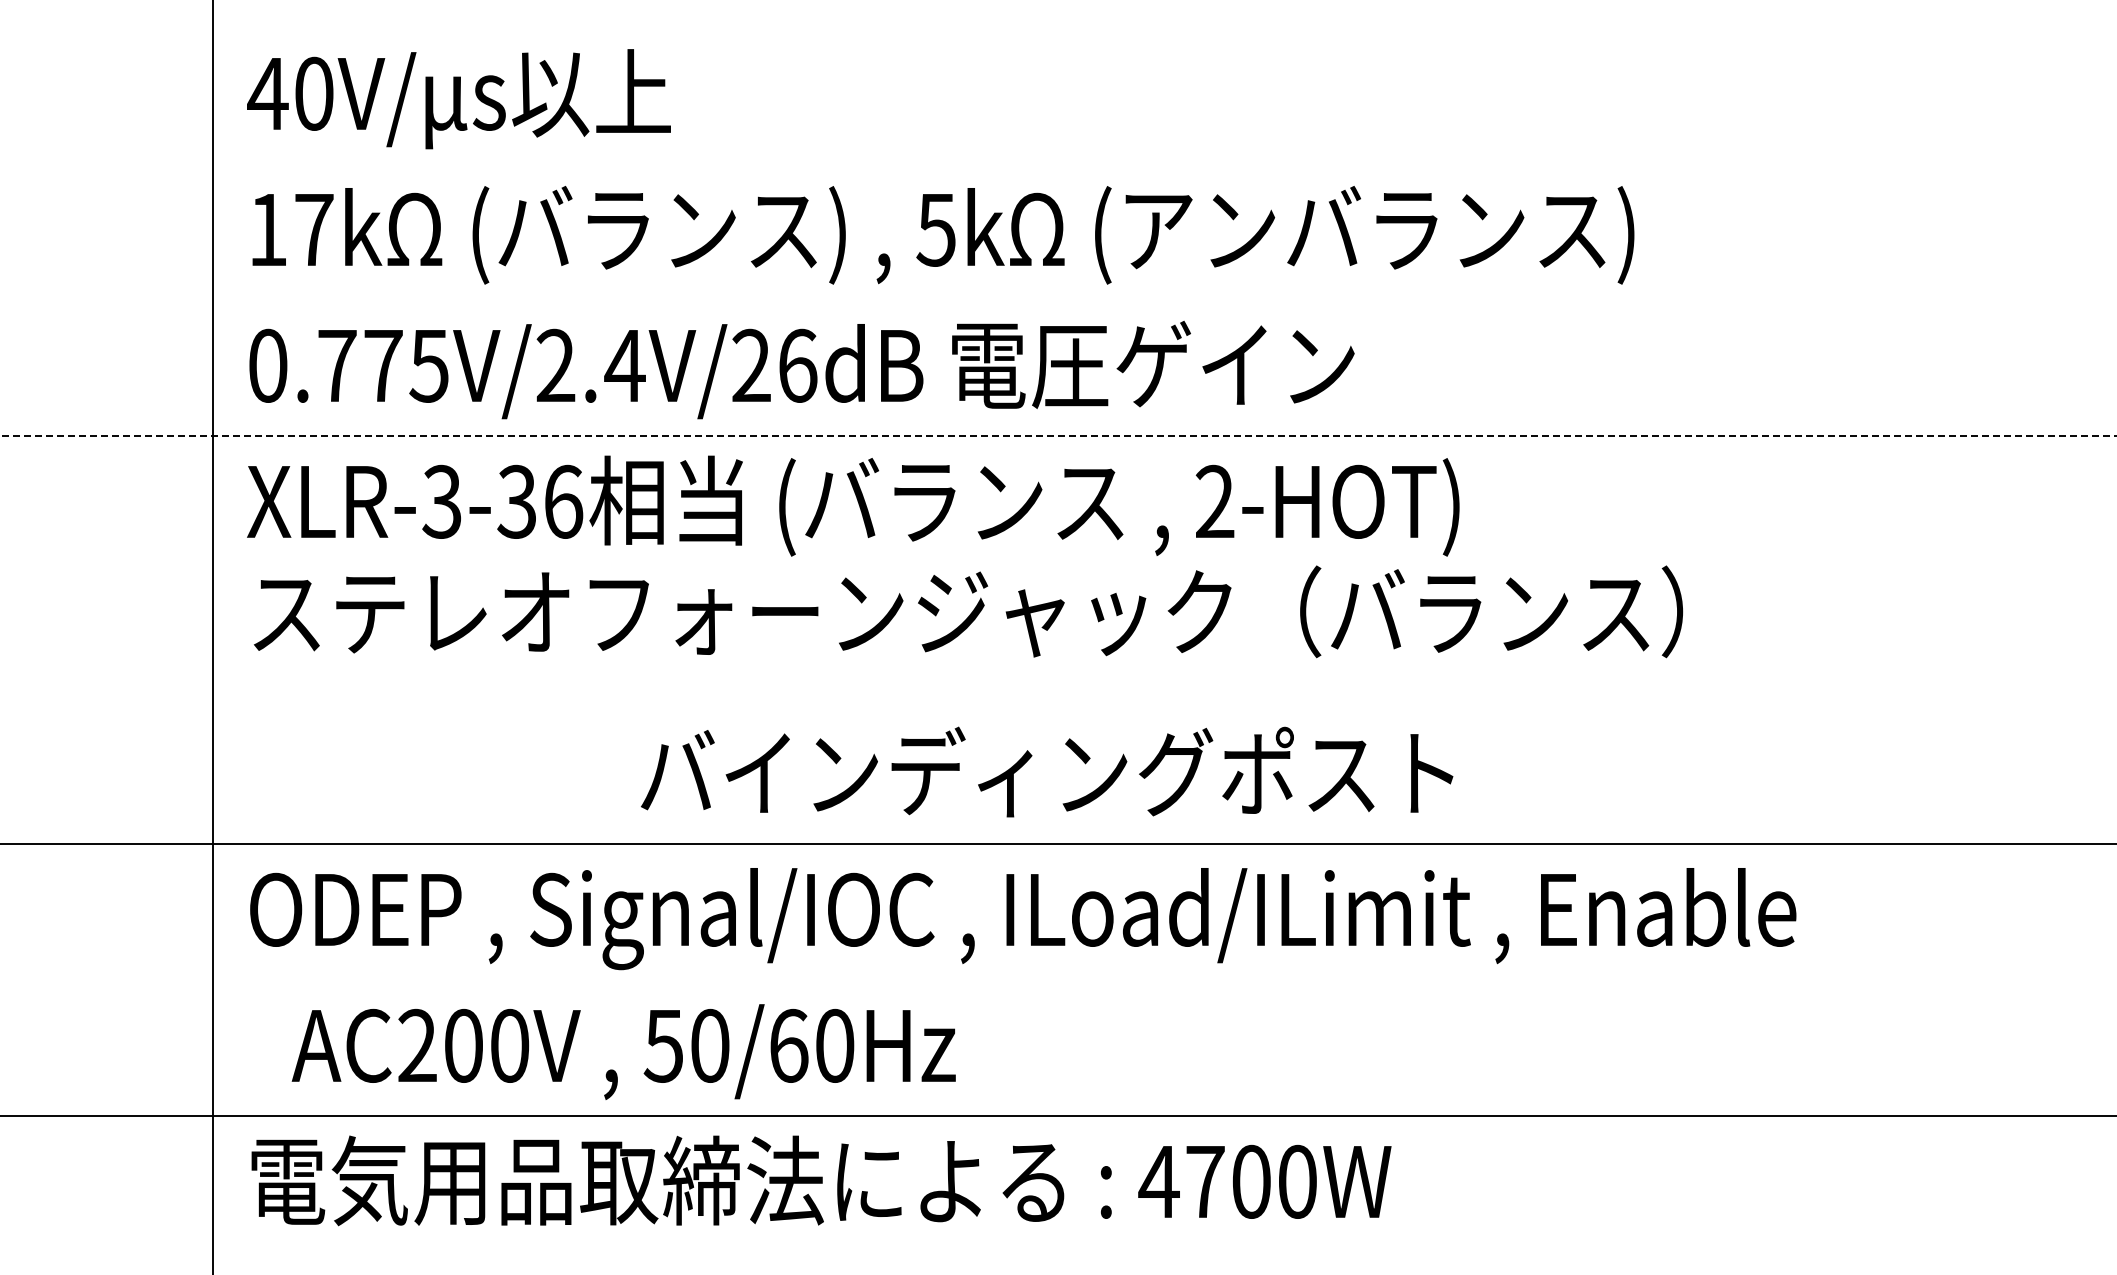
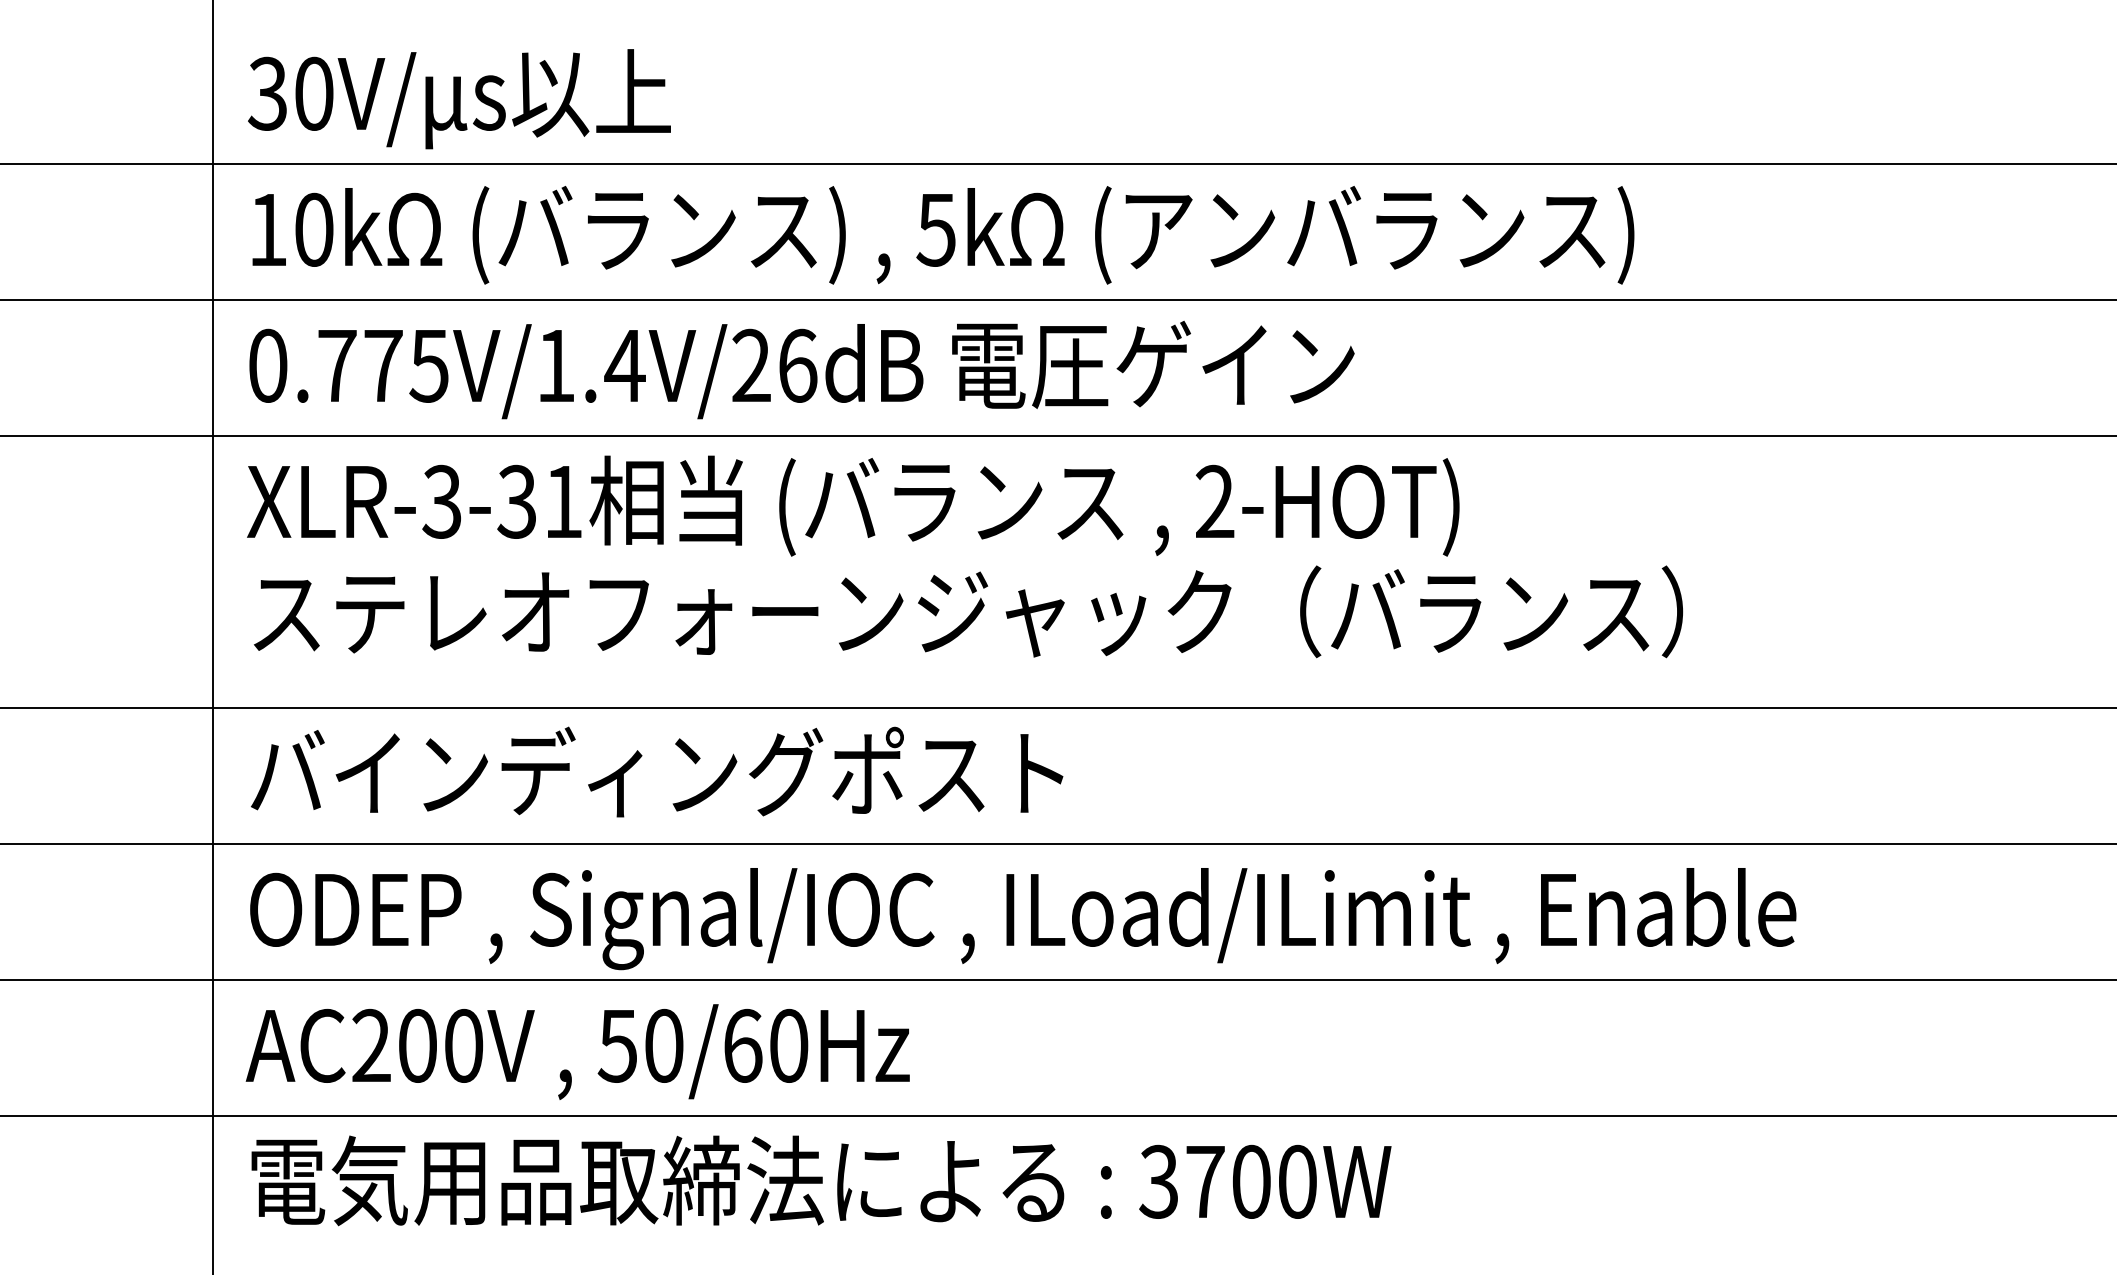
text at (267, 93): 40V/ -> 30V/
line at (1057, 163): none -> present
text at (314, 229): 17k -> 10k
line at (1057, 299): none -> present
text at (555, 364): 0.775V/2.4V/26dB -> 0.775V/1.4V/26dB
line at (1058, 435): dashed -> solid
text at (564, 501): XLR-3-36 -> XLR-3-31
line at (1057, 707): none -> present
text at (1047, 771) position: (1047, 771) -> (657, 771)
line at (1057, 979): none -> present
text at (623, 1051) position: (623, 1051) -> (577, 1051)
text at (1158, 1181): 4700W -> 3700W
